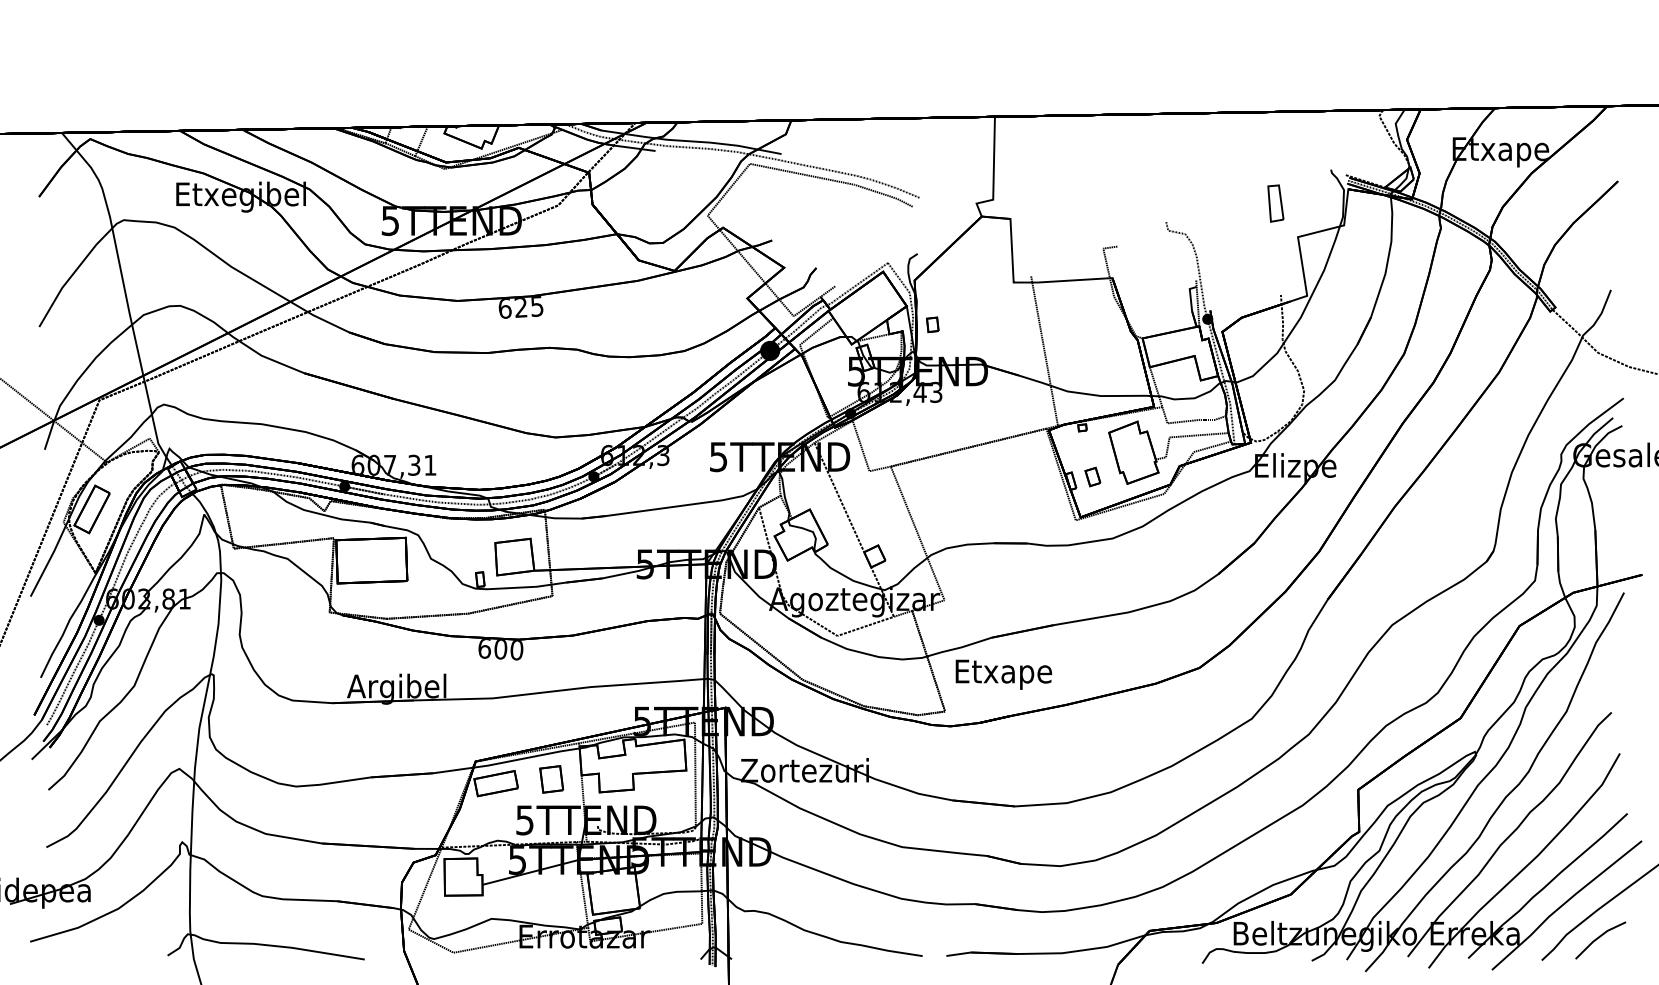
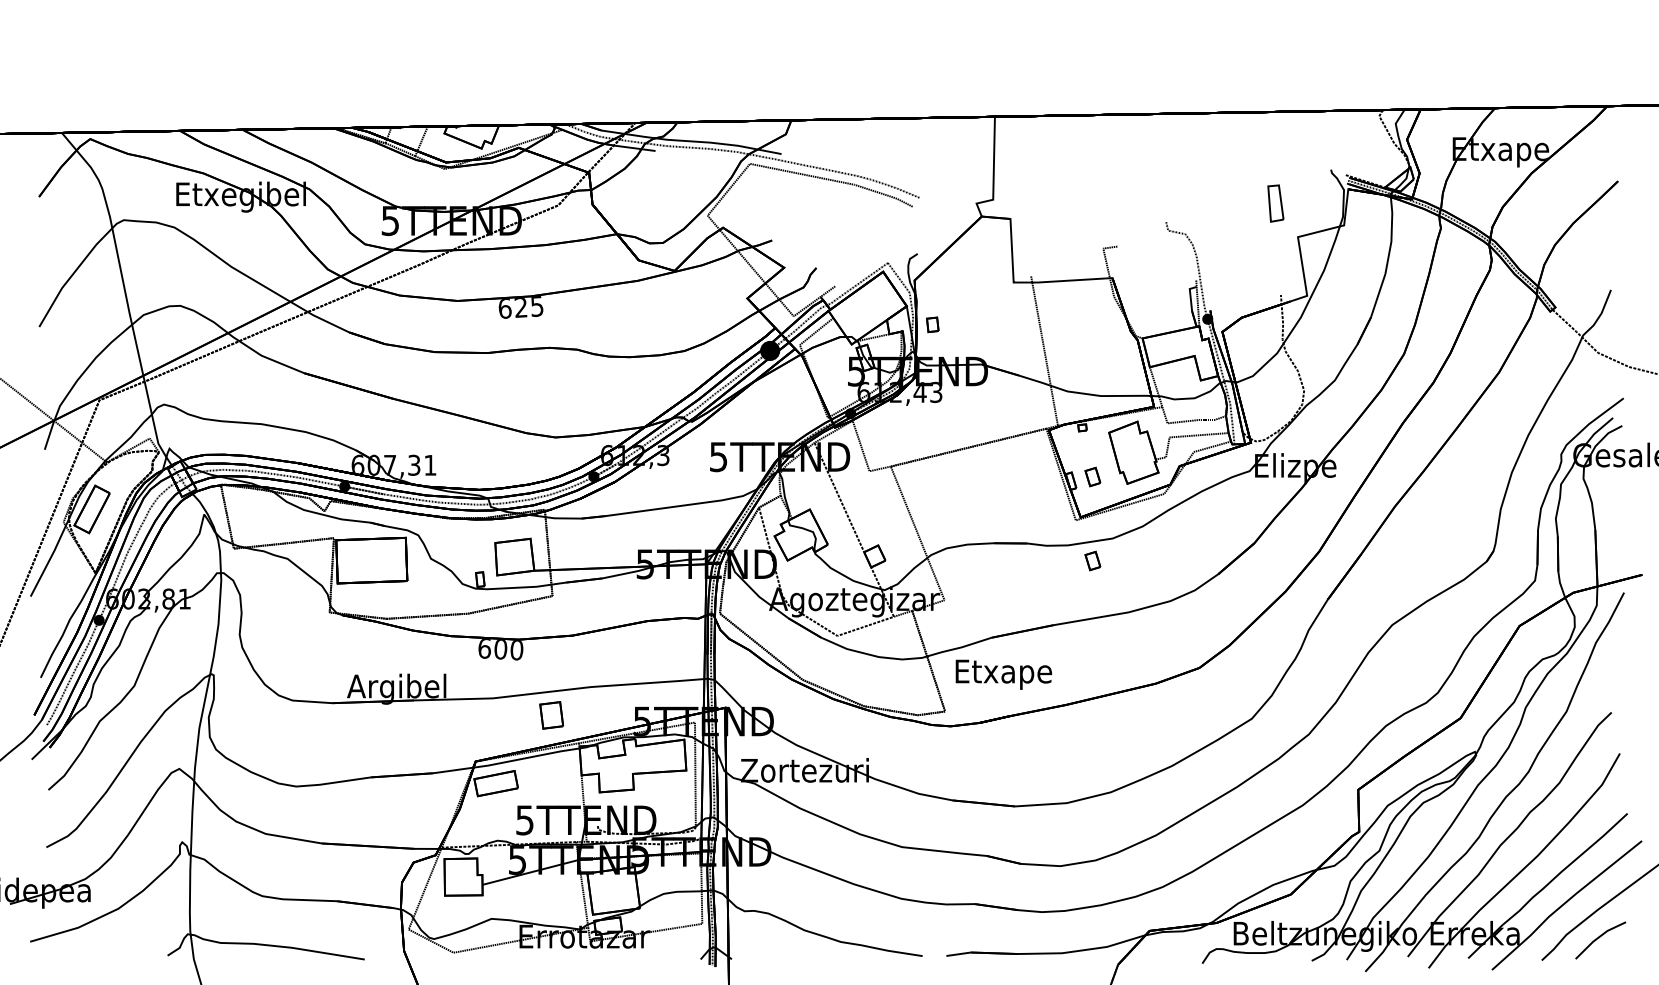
part at (1092, 560): none -> present
part at (551, 779) position: (551, 779) -> (551, 715)
